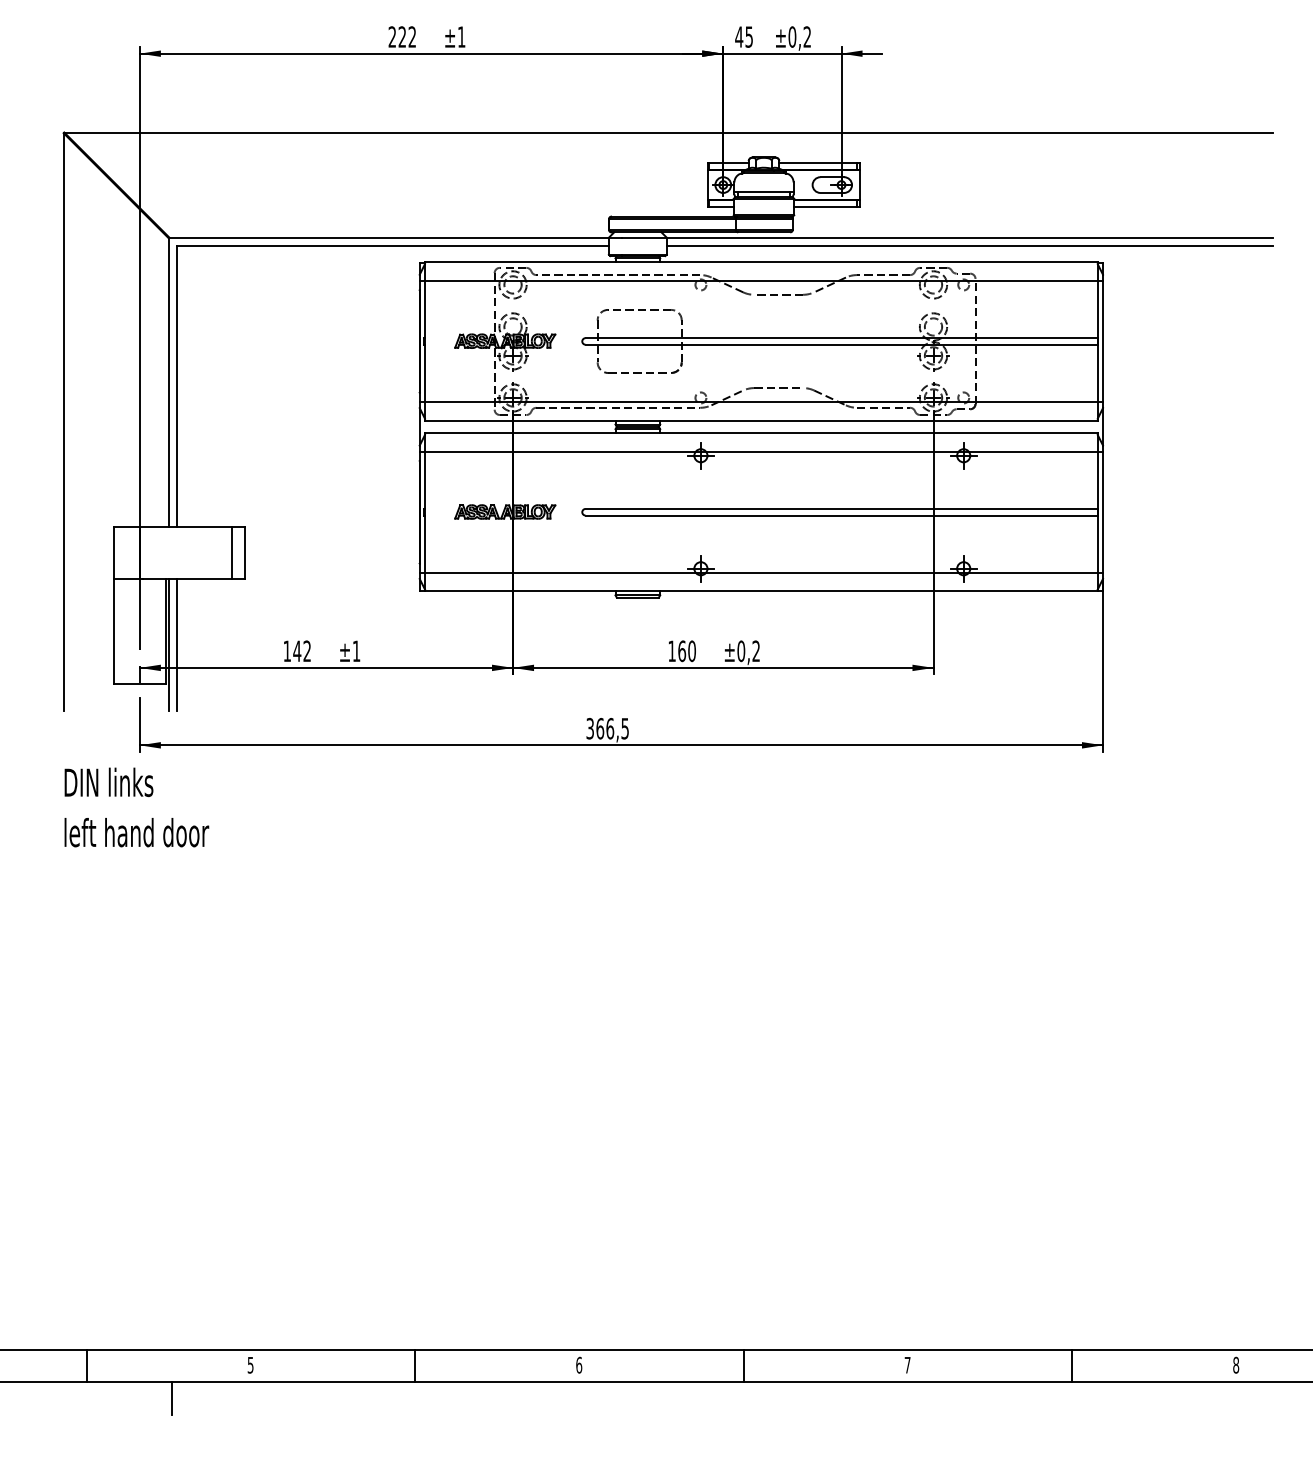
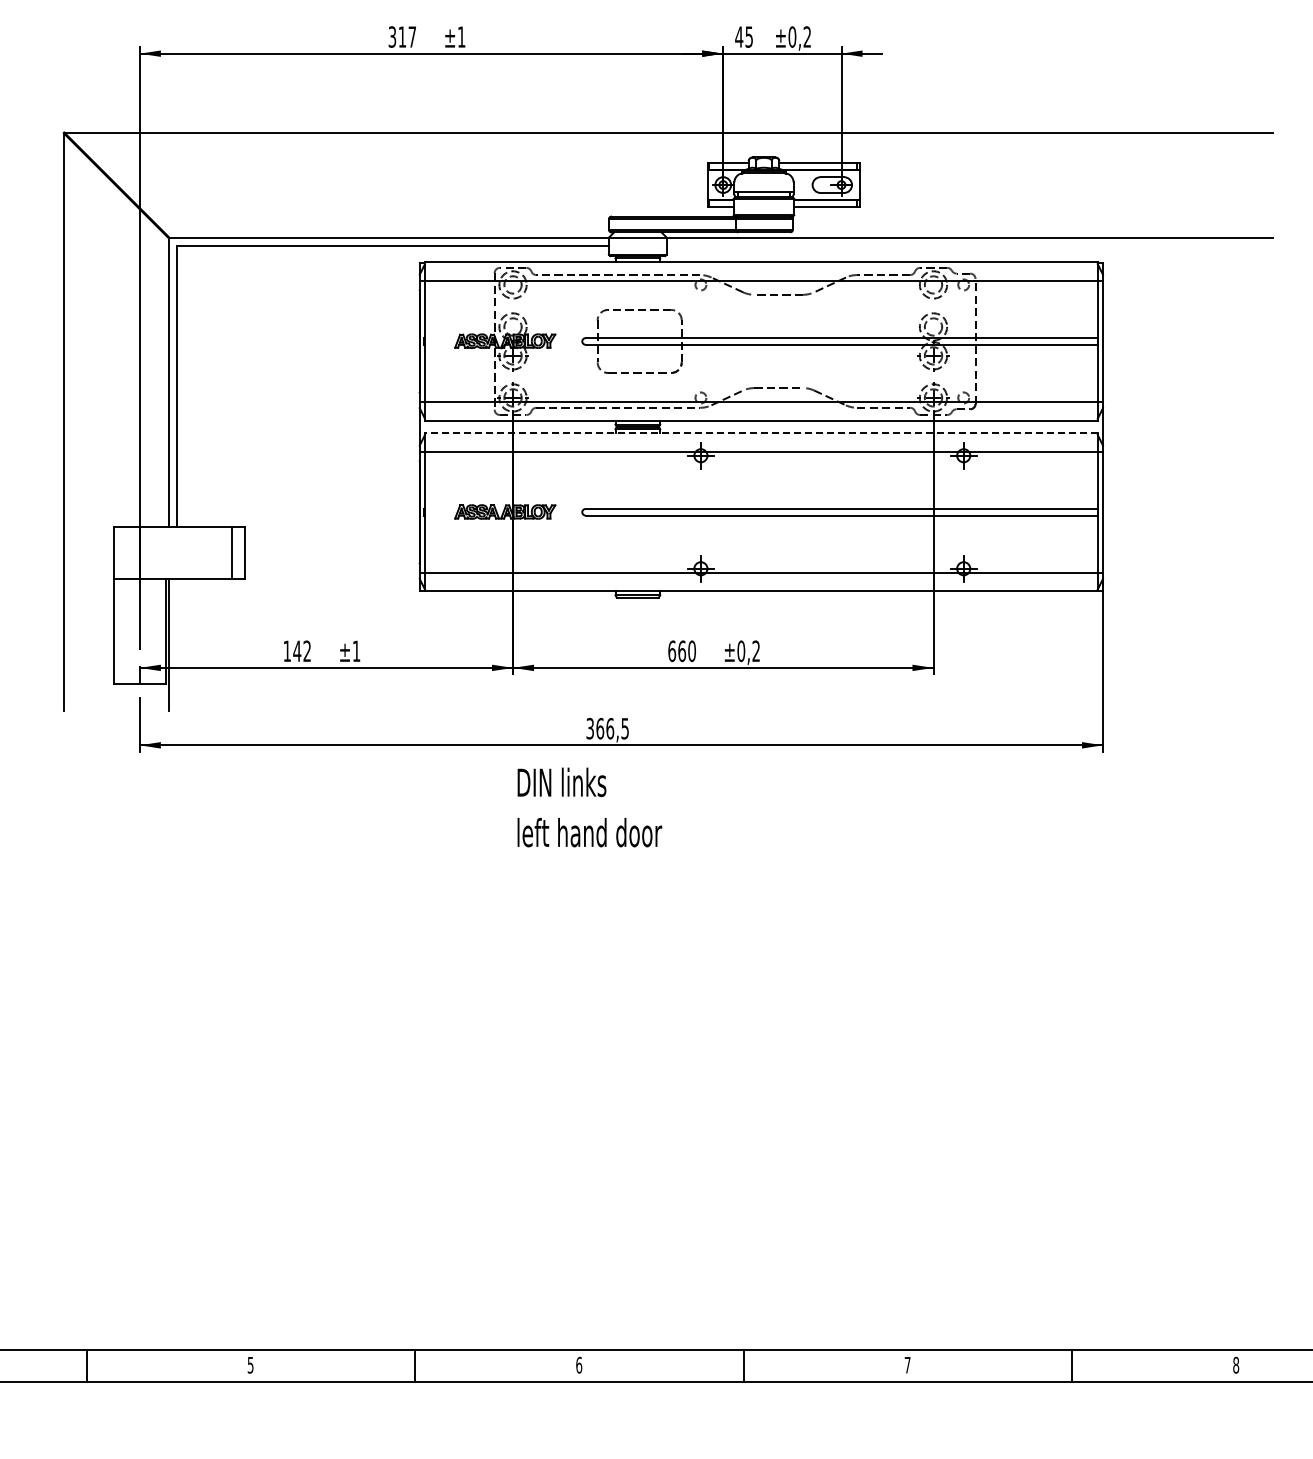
text at (402, 36): 222 -> 317
line at (969, 245): present -> none
line at (760, 433): solid -> dashed
line at (176, 644): present -> none
text at (672, 651): 160 -> 660
text at (136, 807) position: (136, 807) -> (589, 807)
line at (171, 1398): present -> none
